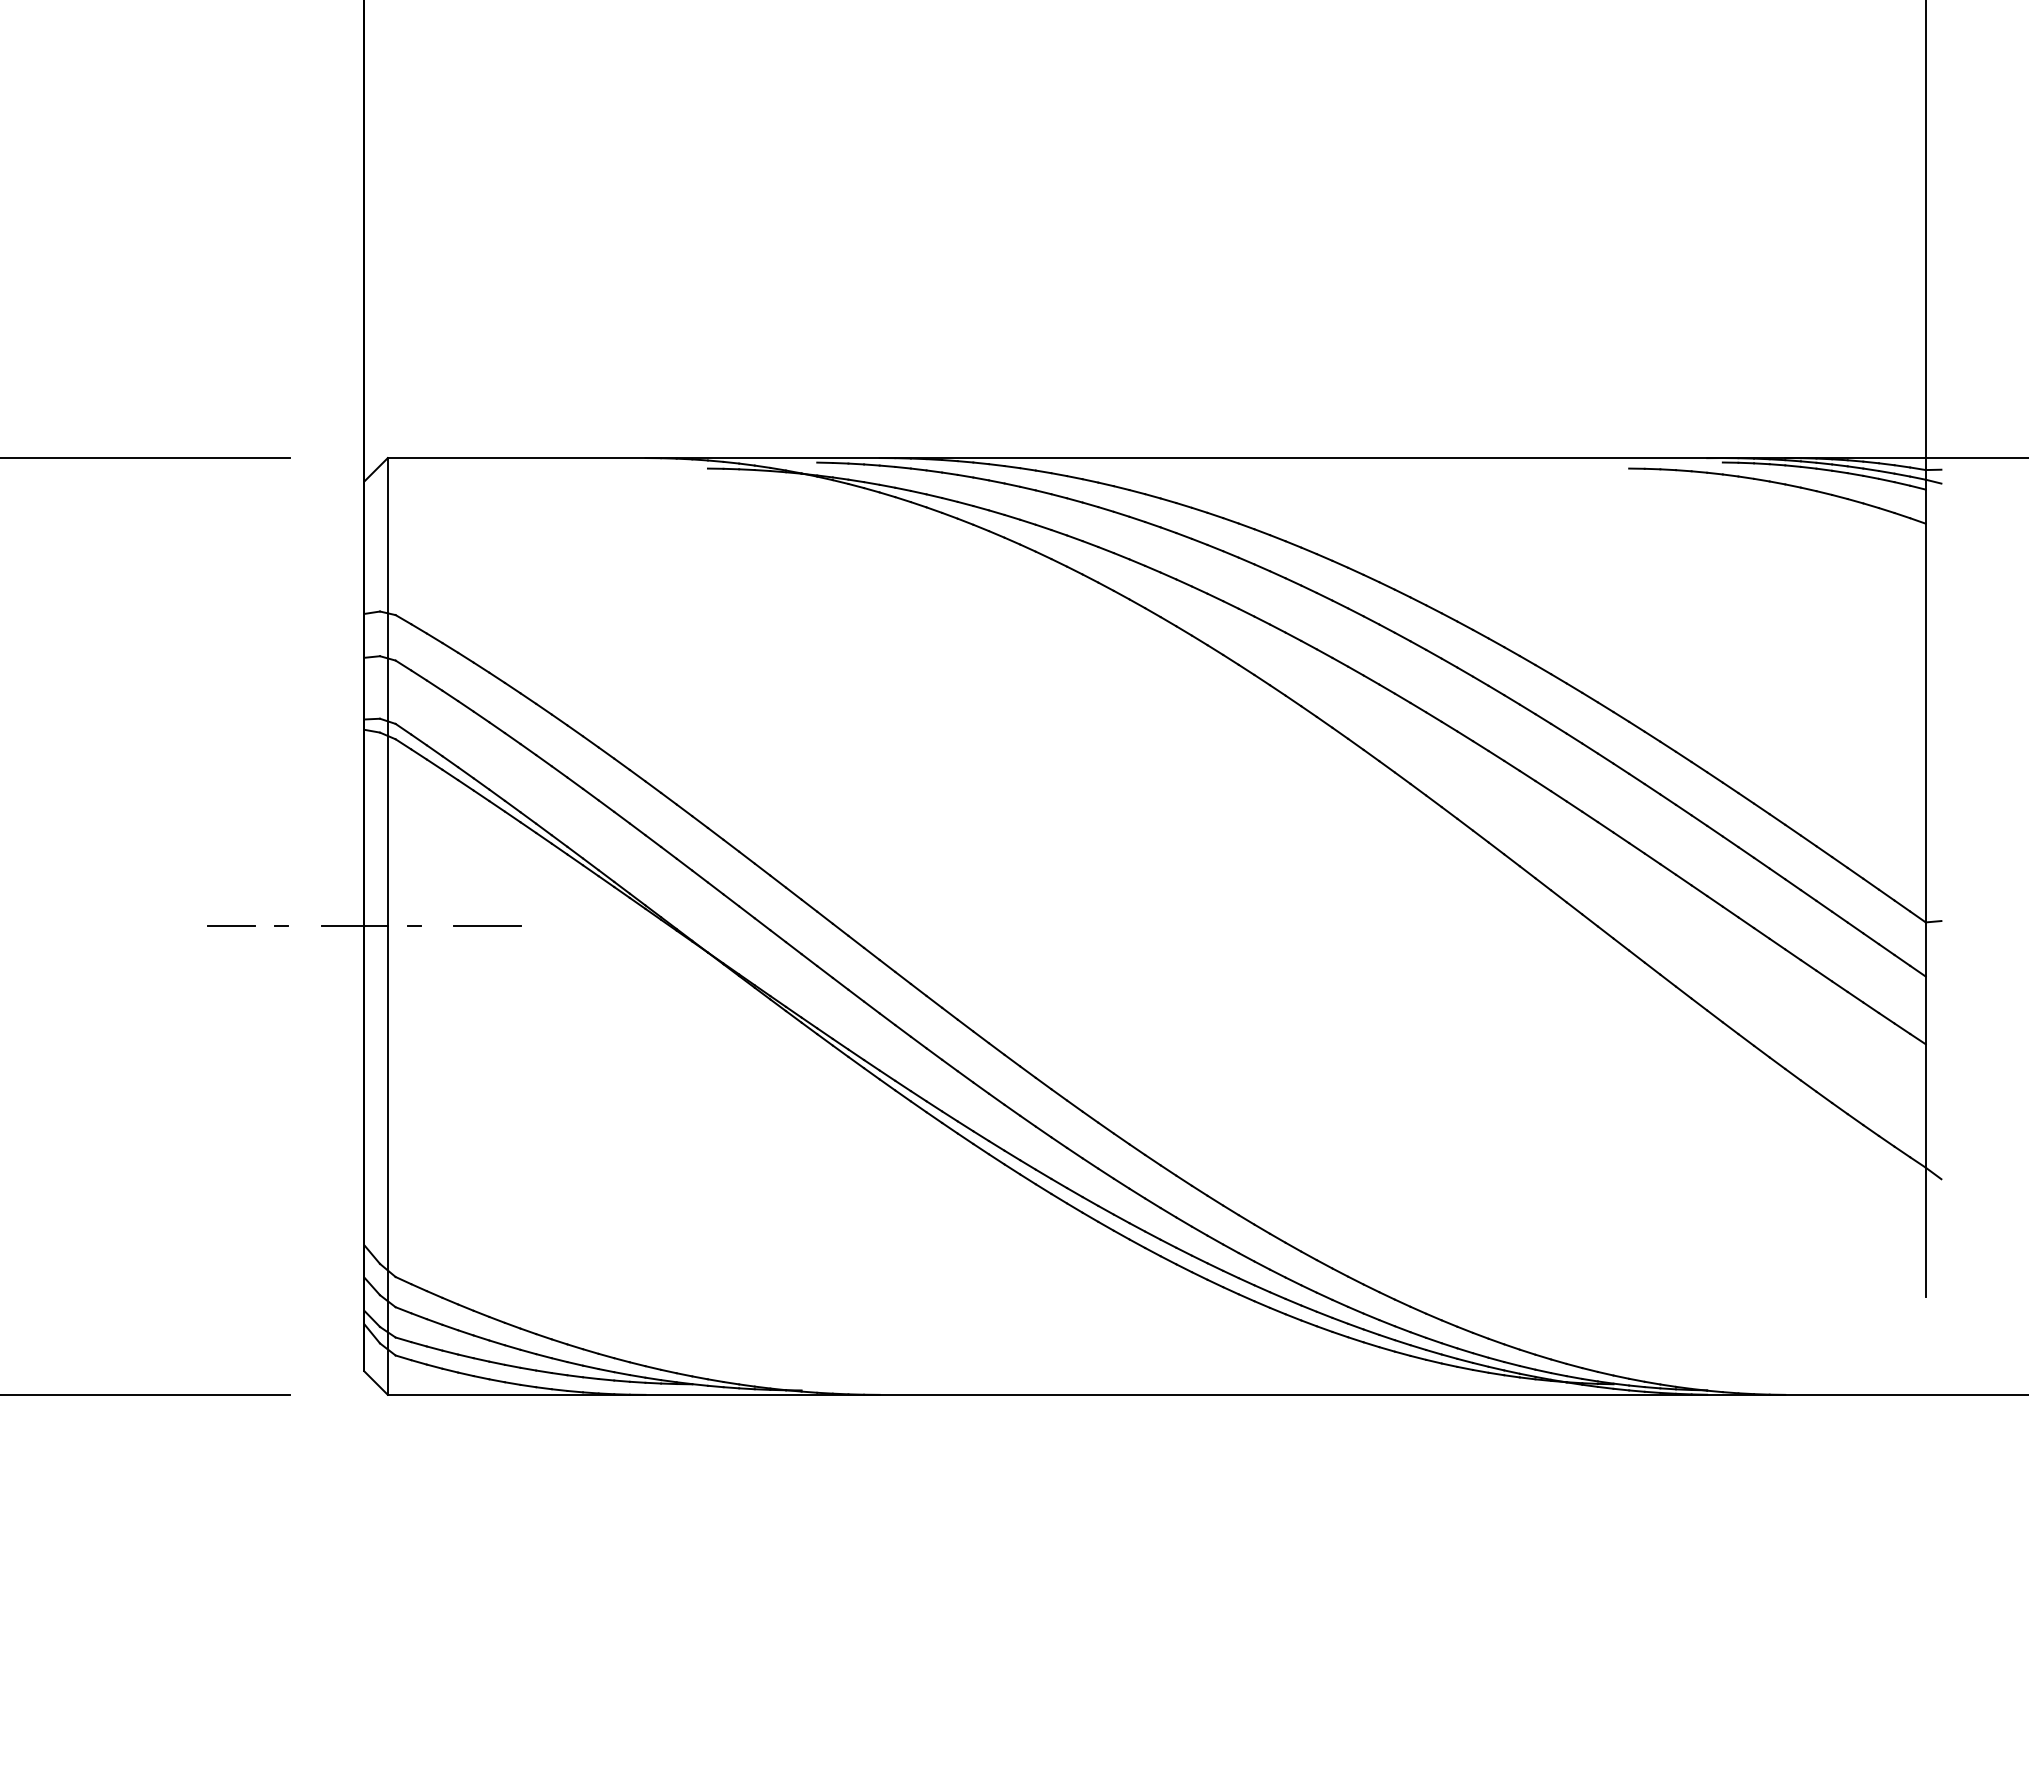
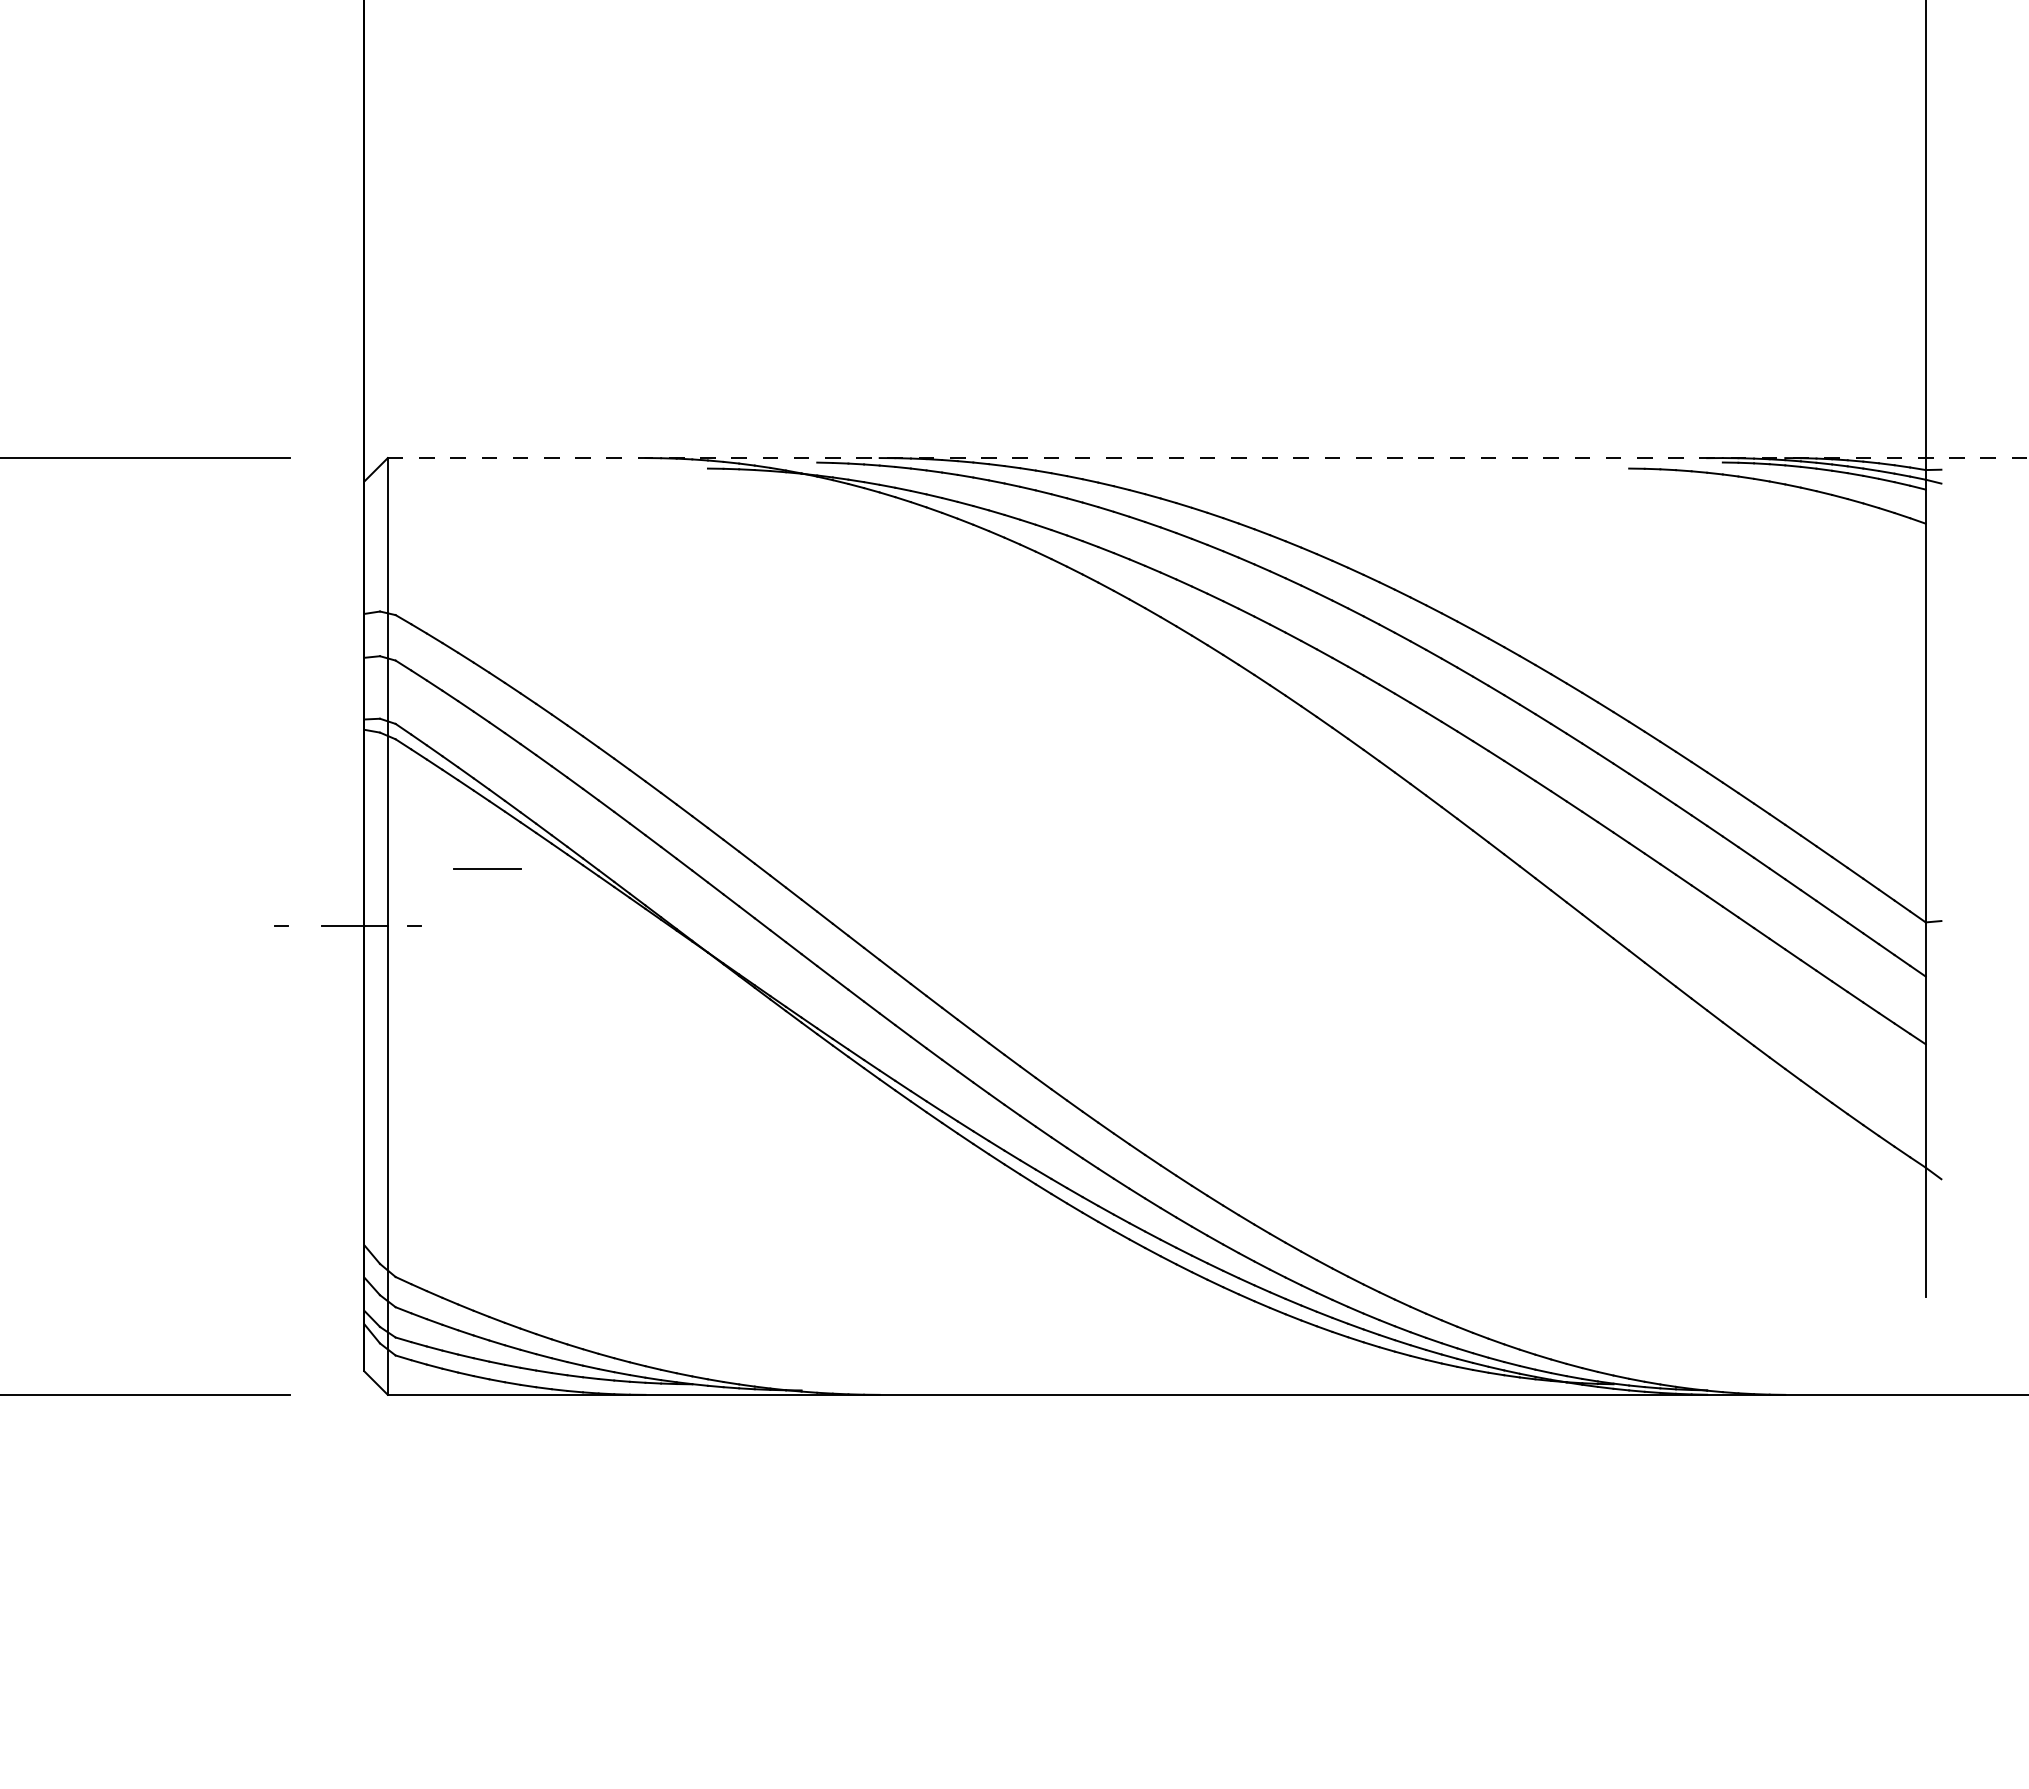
line at (1208, 458): solid -> dashed
line at (231, 925): present -> none
line at (487, 925) position: (487, 925) -> (487, 868)
